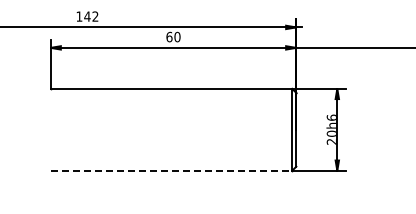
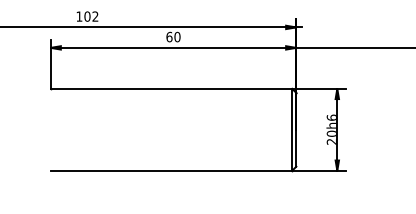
text at (87, 16): 142 -> 102
line at (171, 170): dashed -> solid
